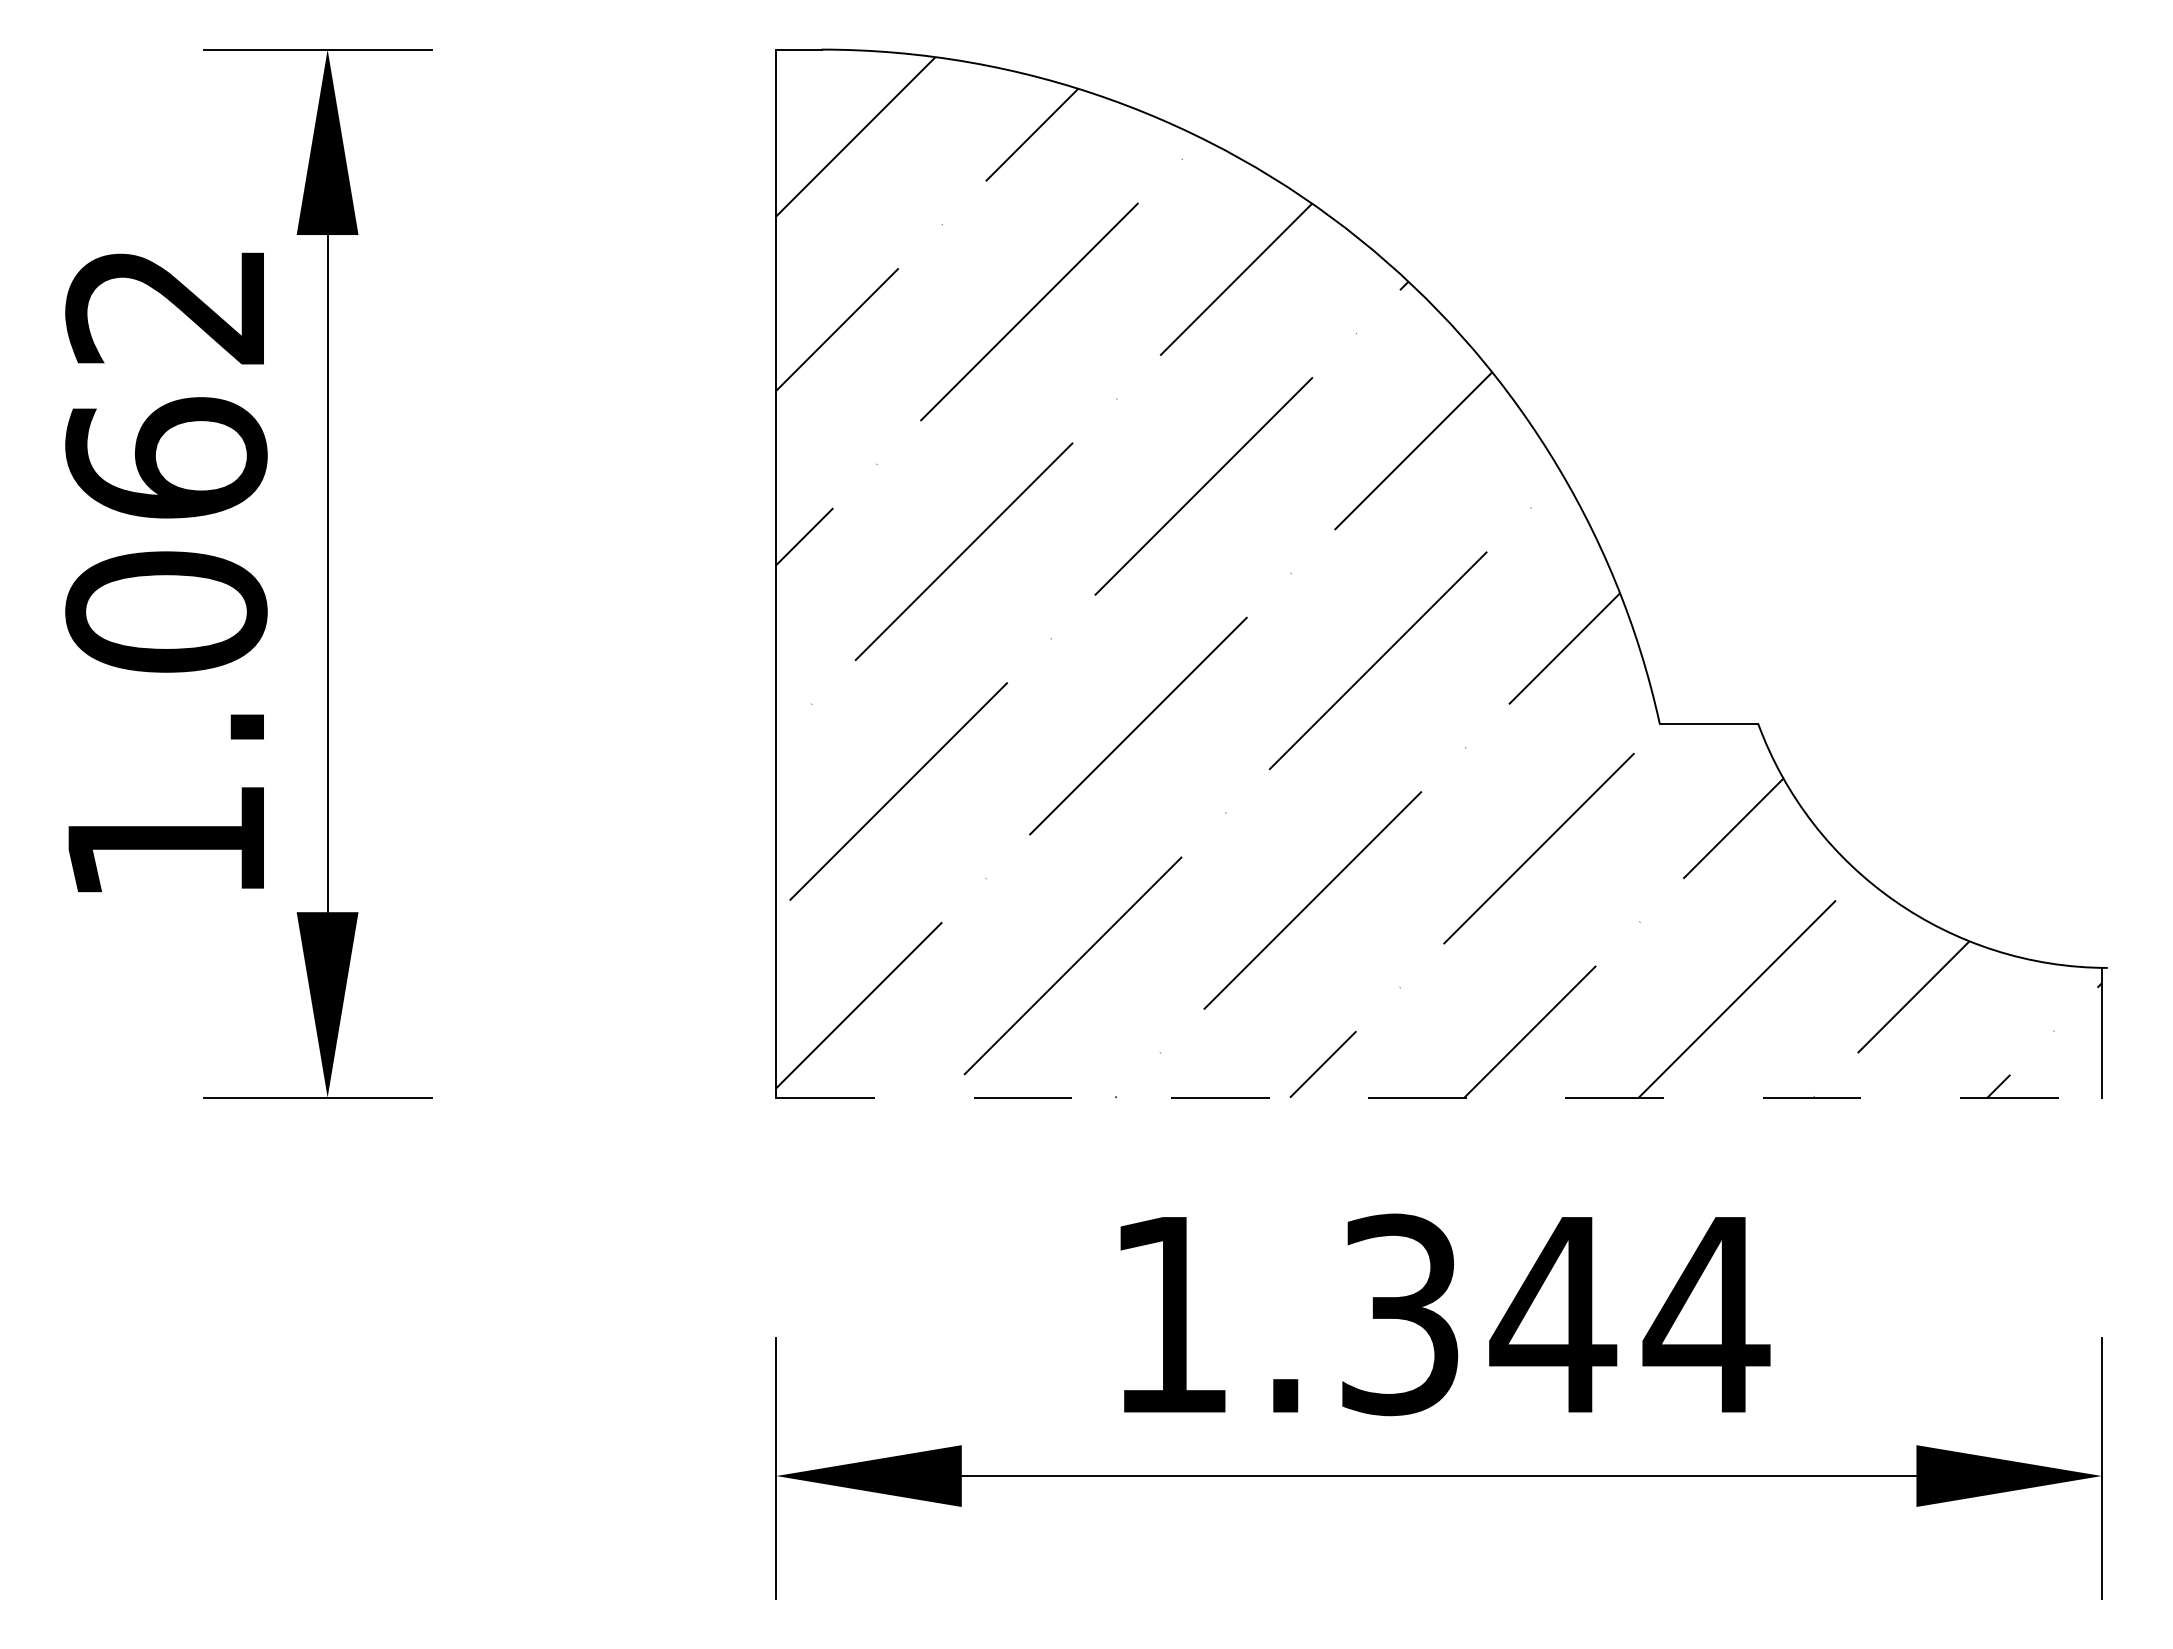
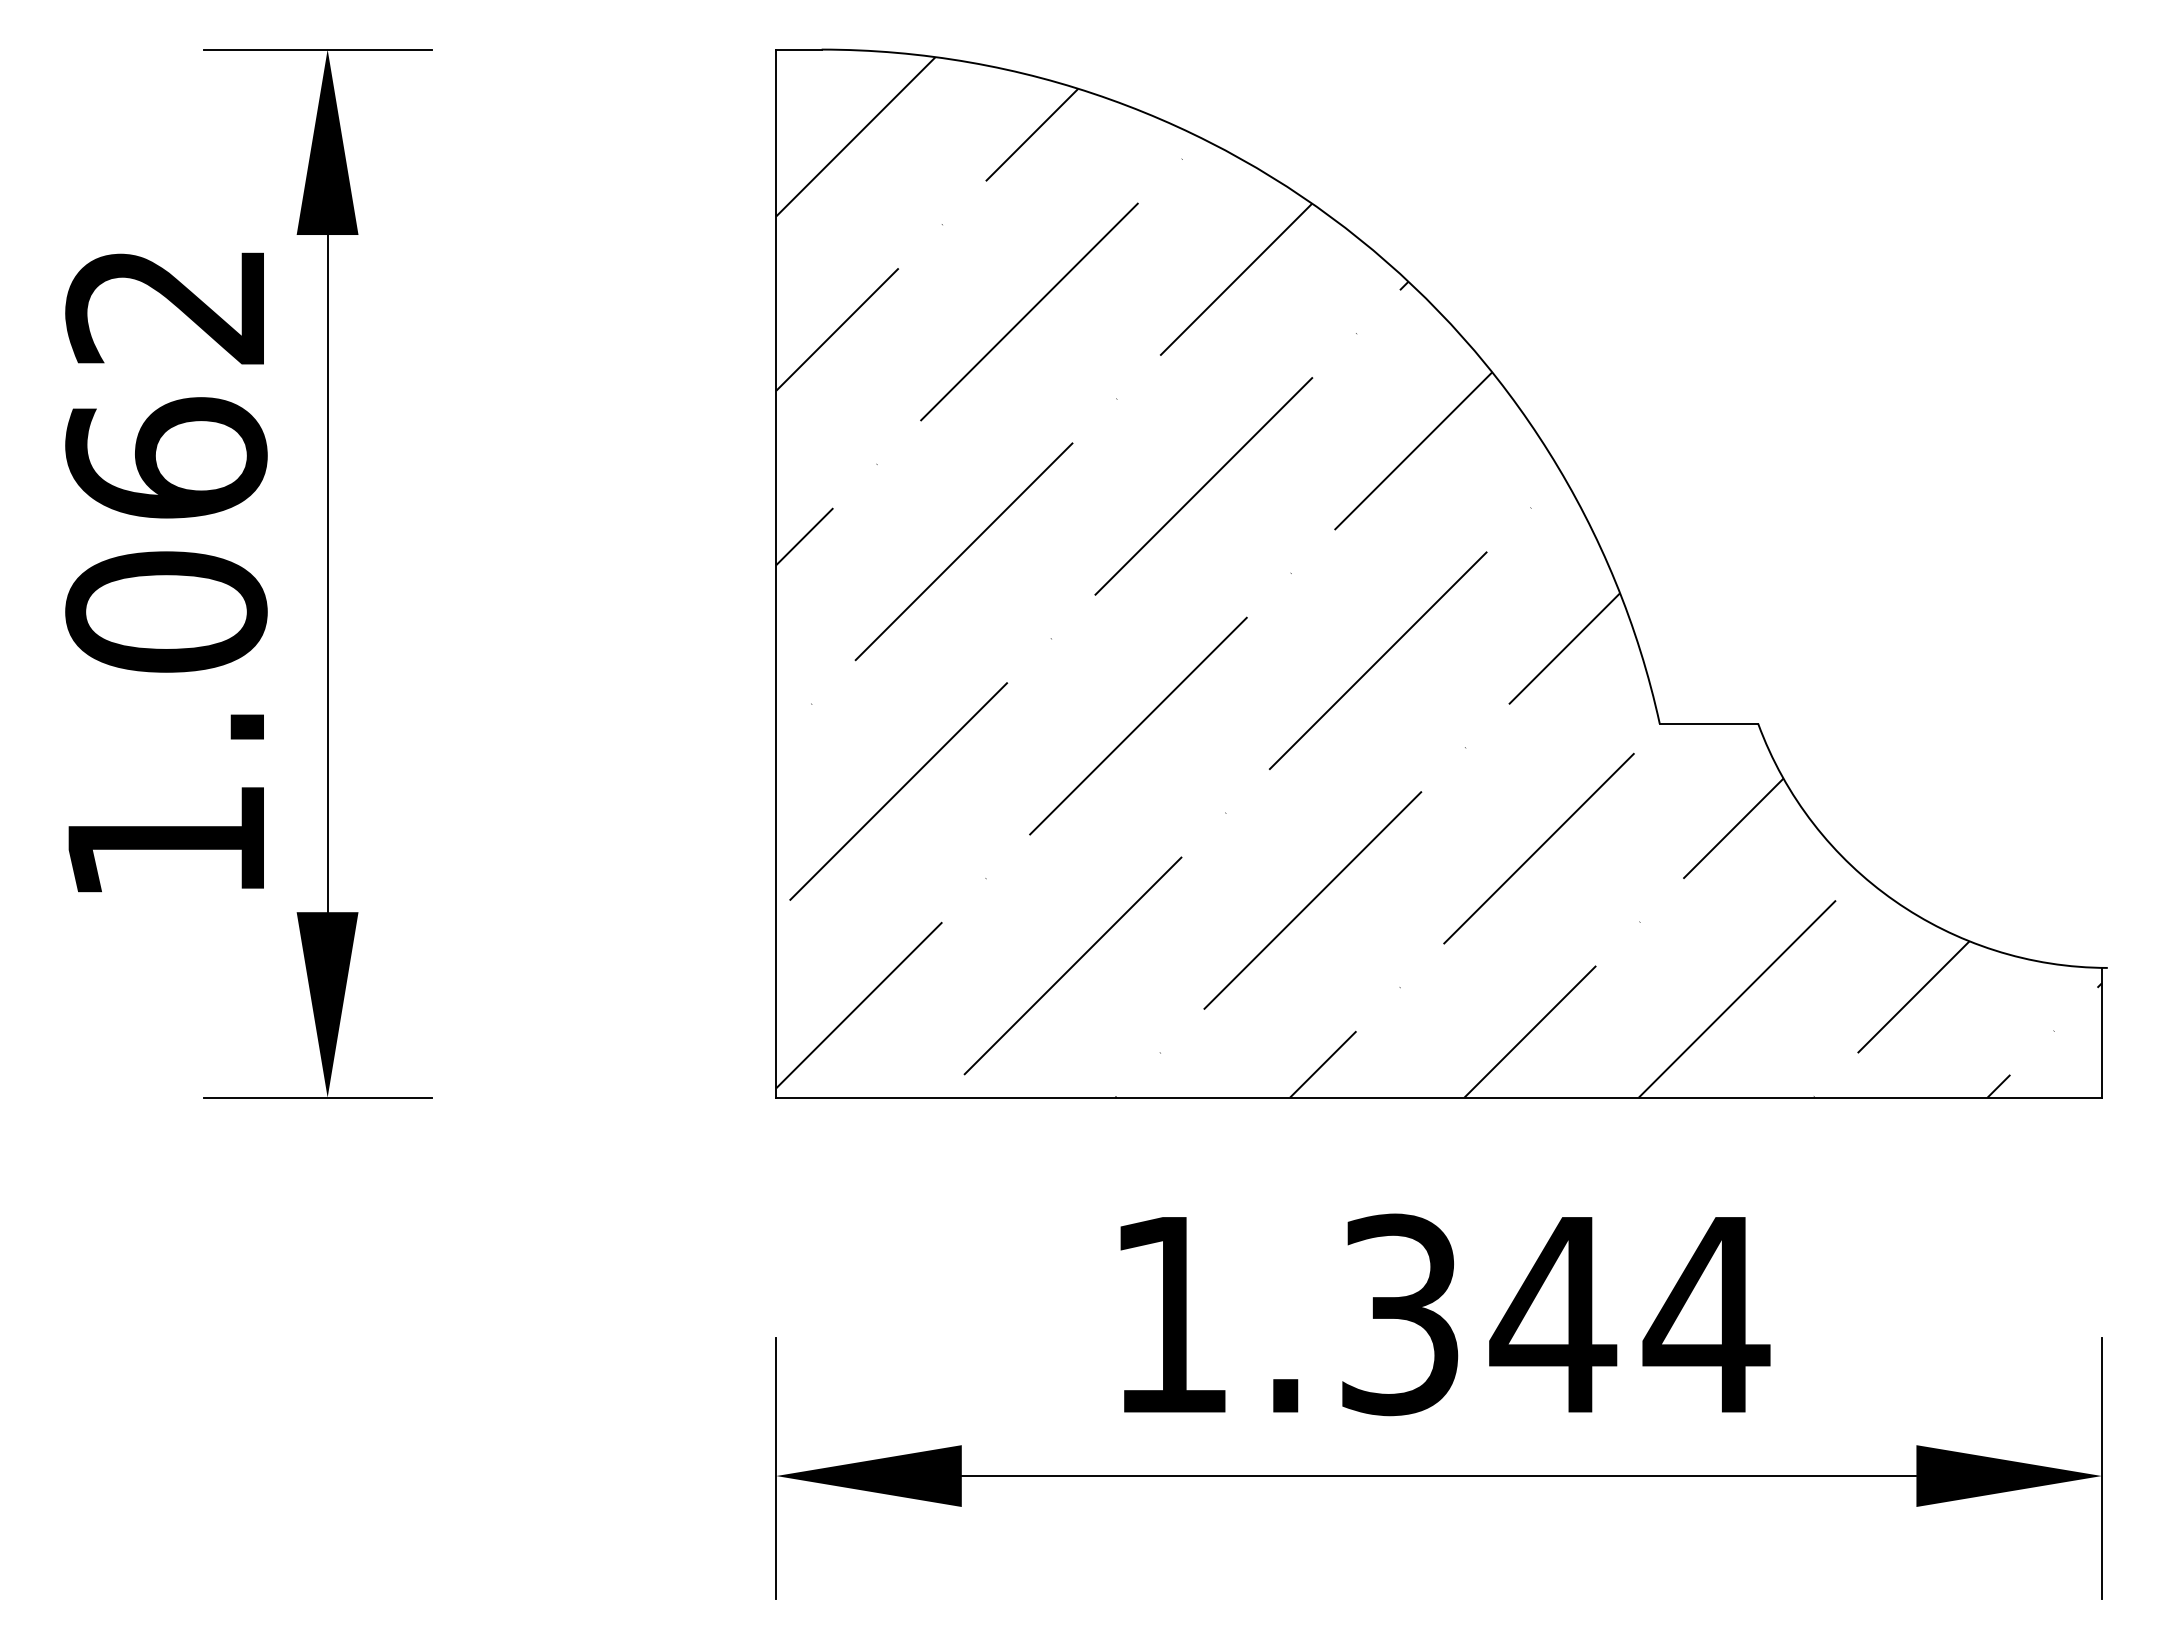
line at (1439, 1097): dashed -> solid
